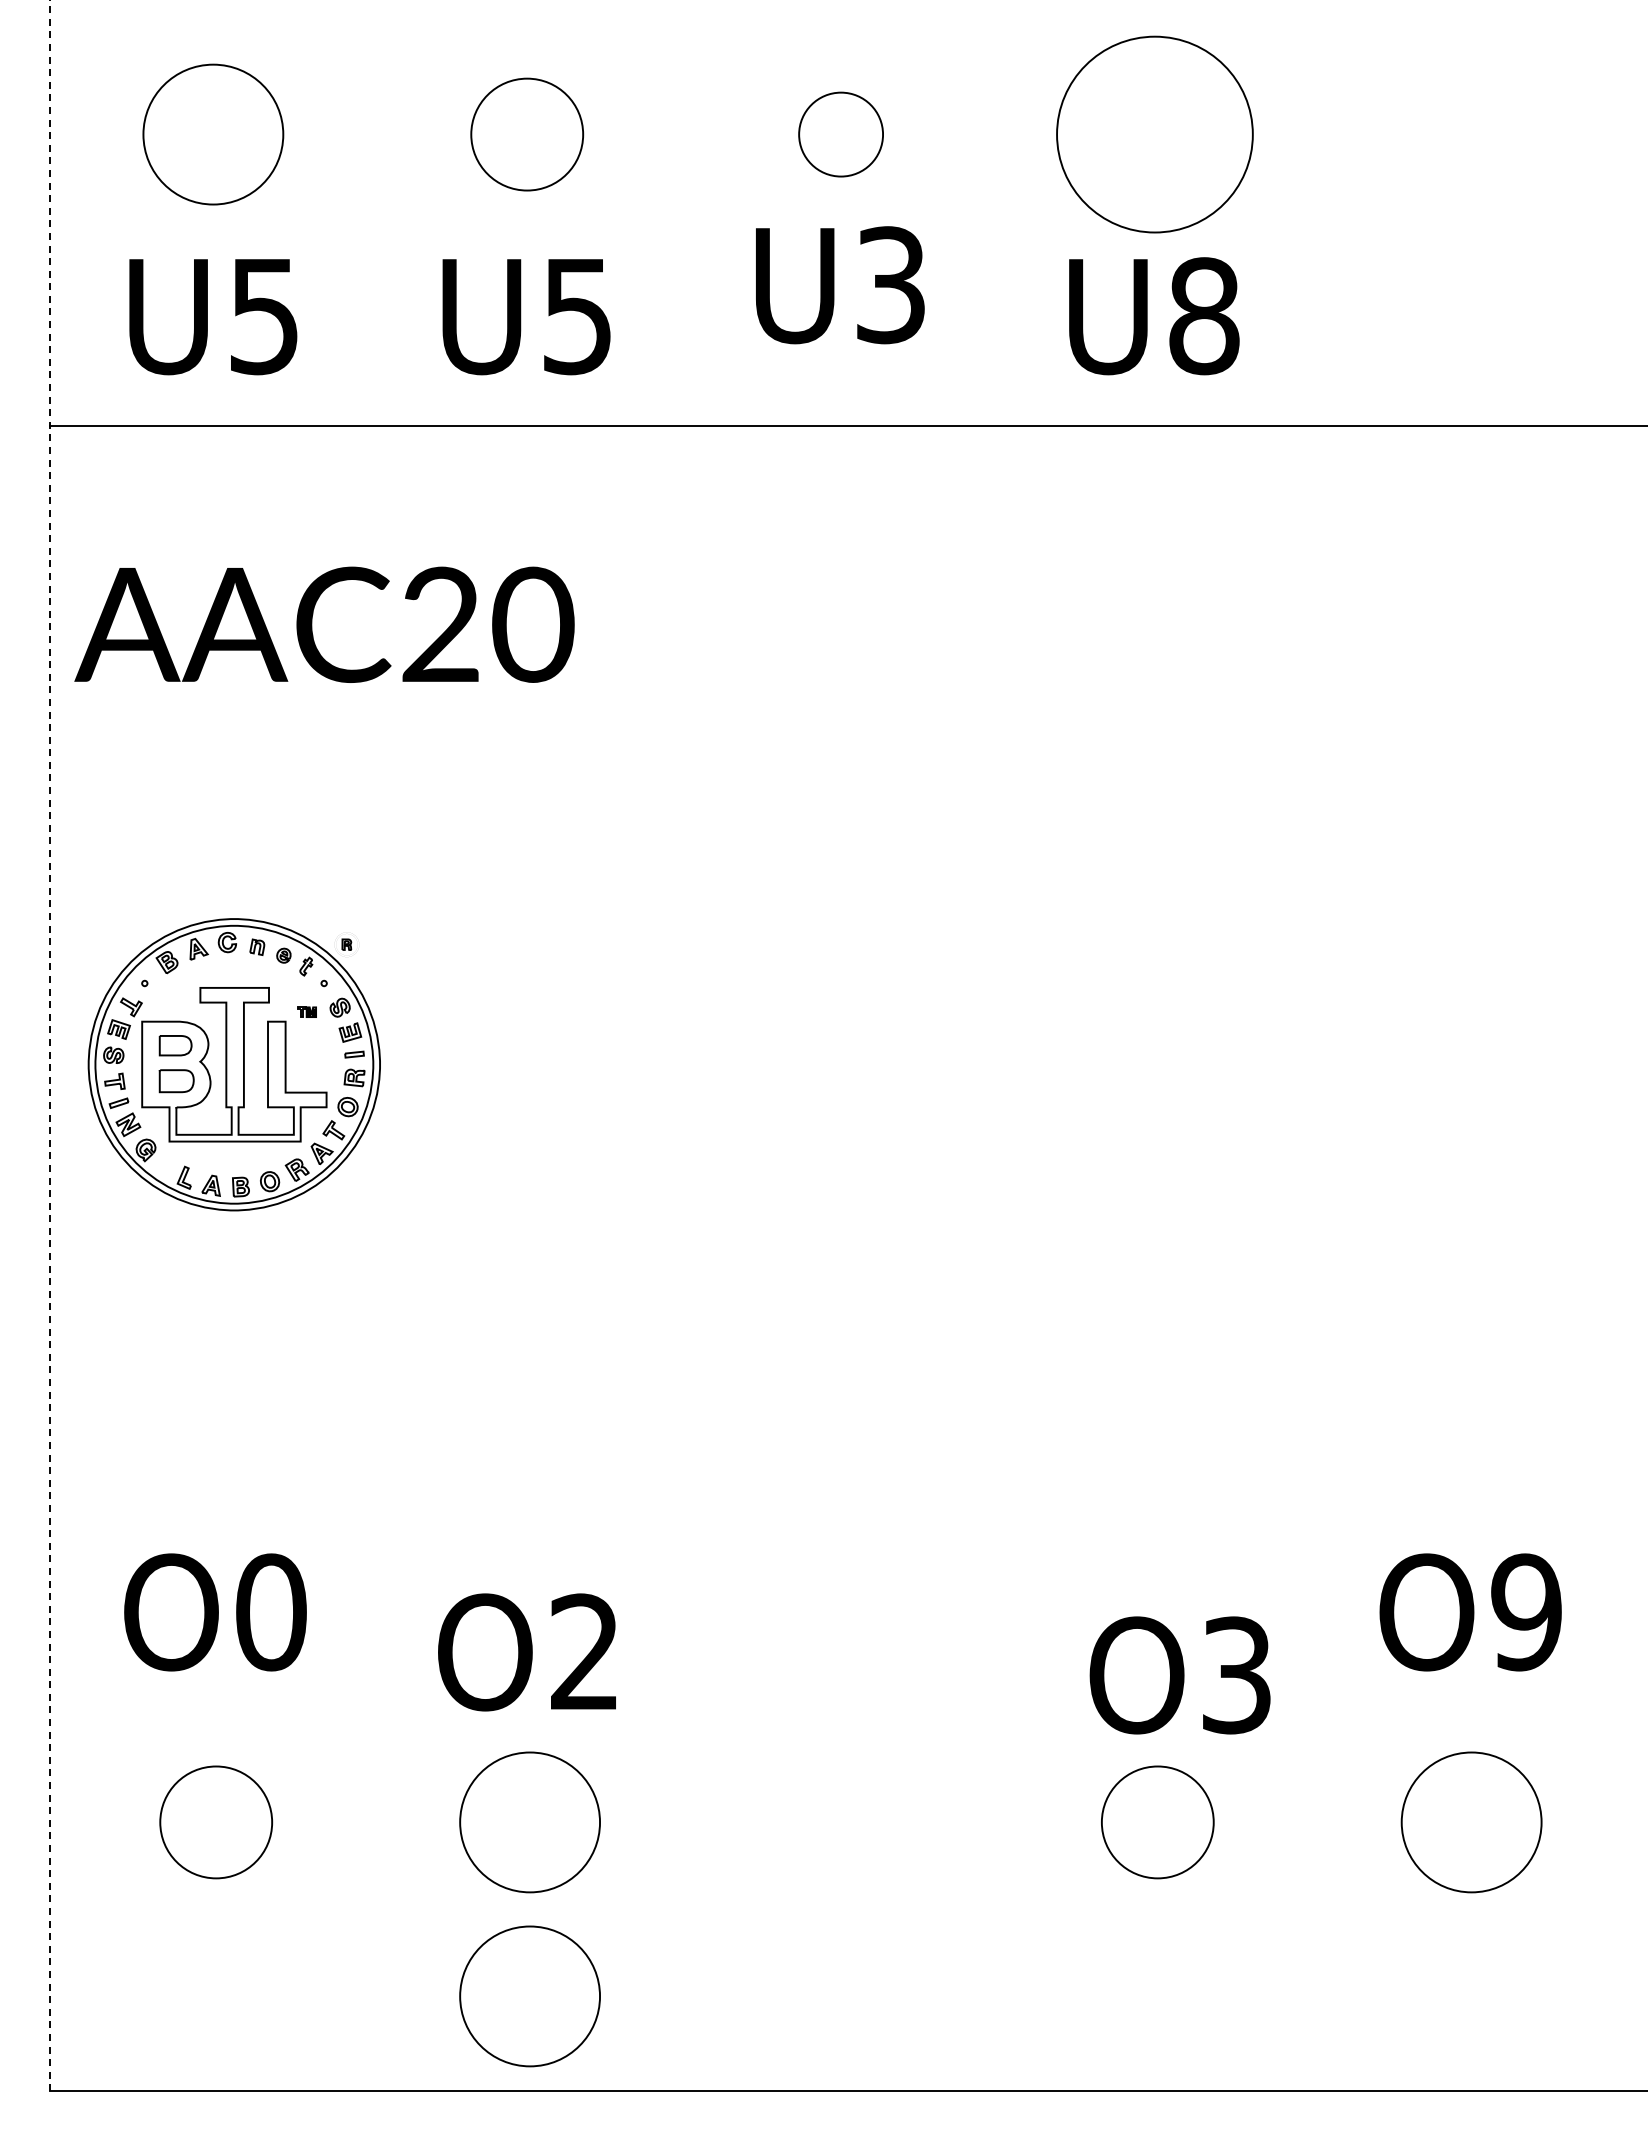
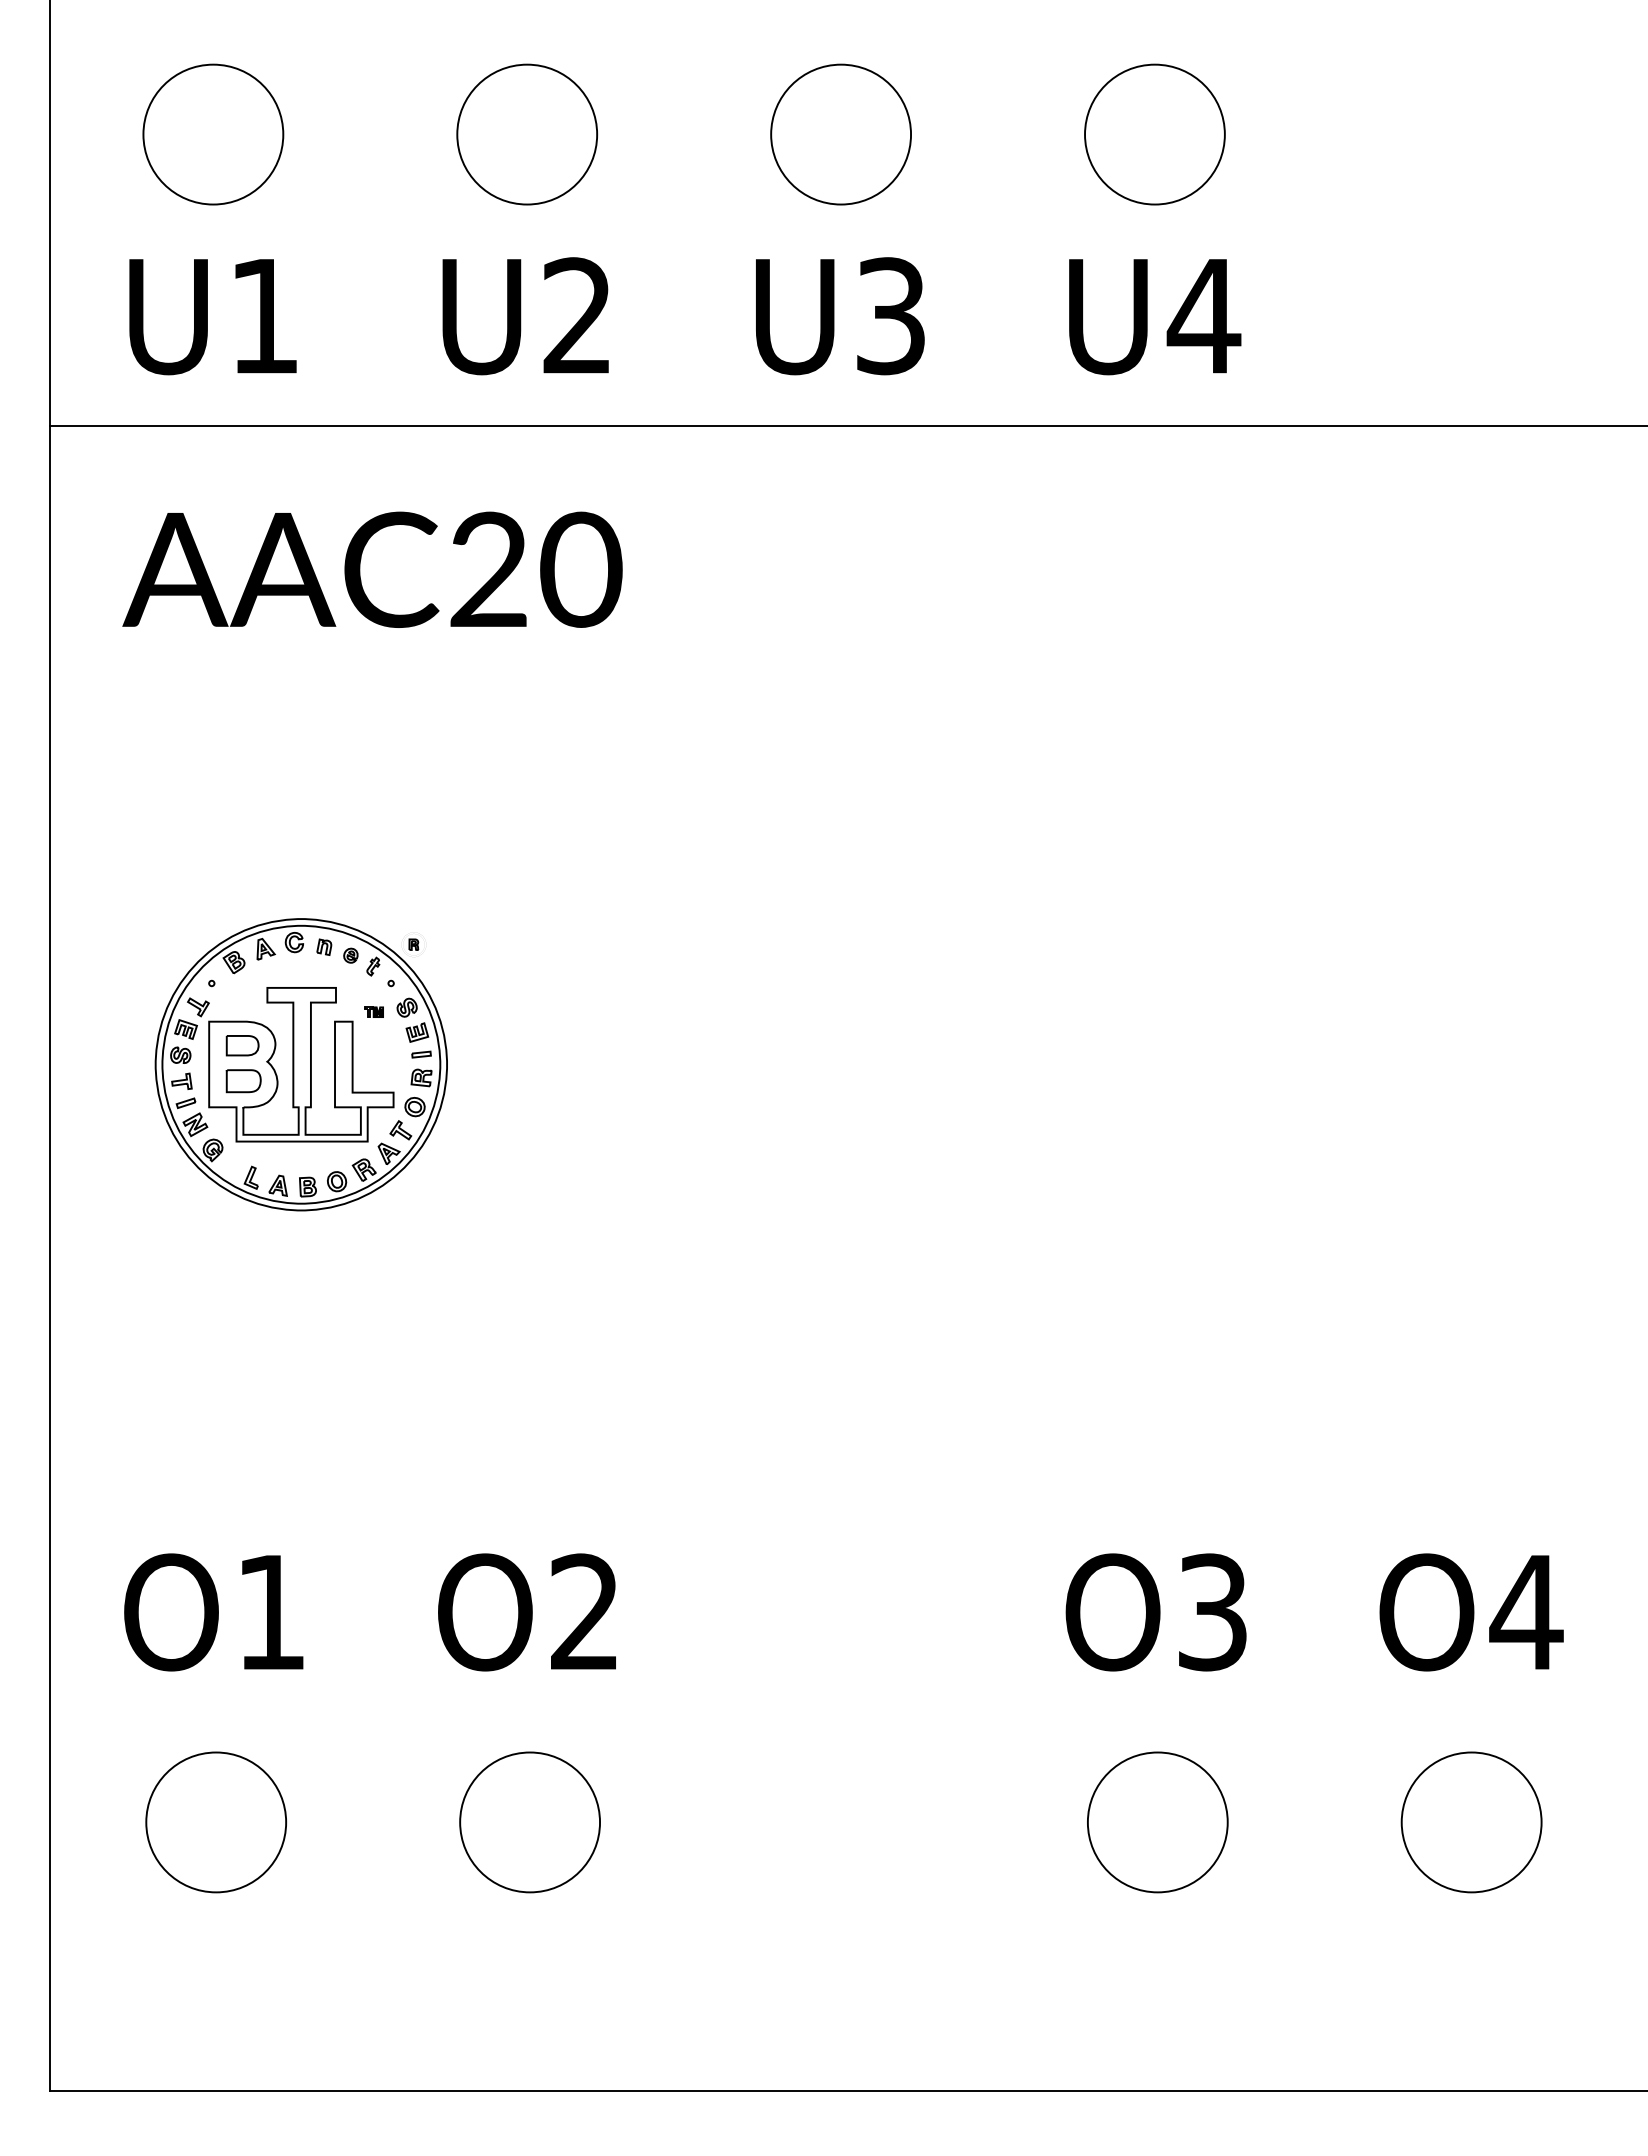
circle at (527, 134) diameter: 112 px -> 140 px
circle at (841, 134) diameter: 84 px -> 140 px
circle at (1154, 134) diameter: 196 px -> 140 px
text at (840, 285) position: (840, 285) -> (840, 316)
text at (576, 316): U5 -> U2
text at (1203, 316): U8 -> U4
text at (264, 317): U5 -> U1
text at (324, 624) position: (324, 624) -> (372, 569)
line at (49, 1045): dashed -> solid
part at (233, 1064) position: (233, 1064) -> (300, 1064)
text at (271, 1612): O0 -> O1
text at (1526, 1612): O9 -> O4
text at (526, 1652) position: (526, 1652) -> (526, 1612)
text at (1179, 1675) position: (1179, 1675) -> (1155, 1612)
circle at (216, 1822) diameter: 112 px -> 140 px
circle at (1157, 1822) diameter: 112 px -> 140 px
circle at (529, 1996): present -> none
